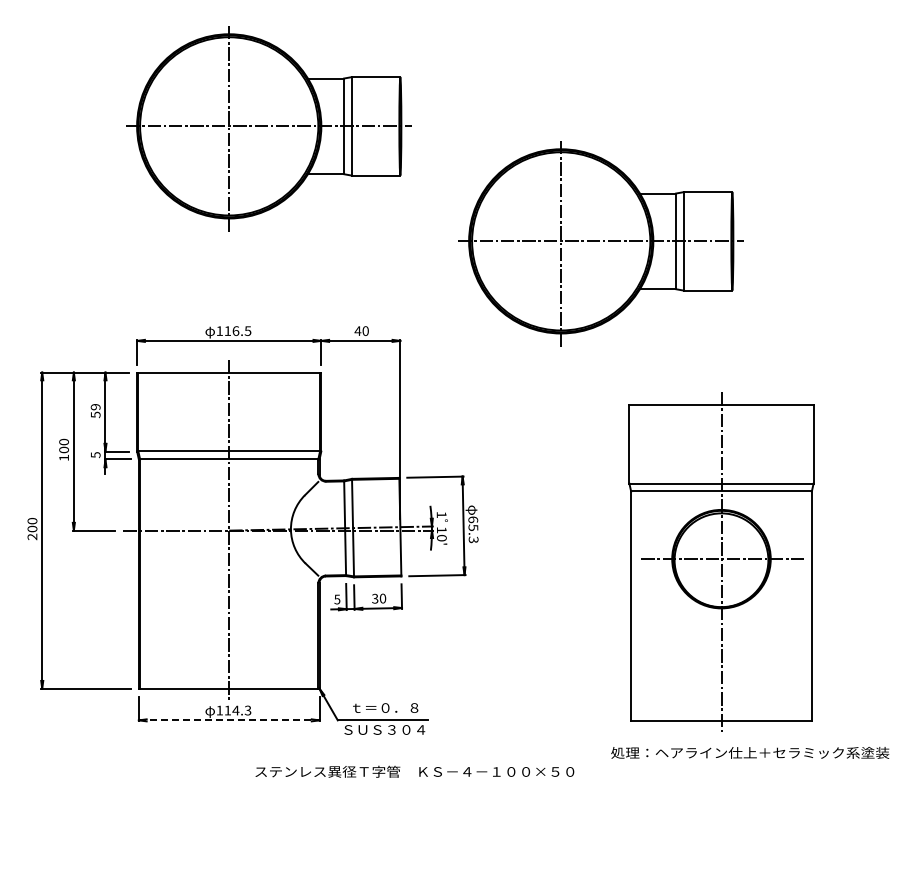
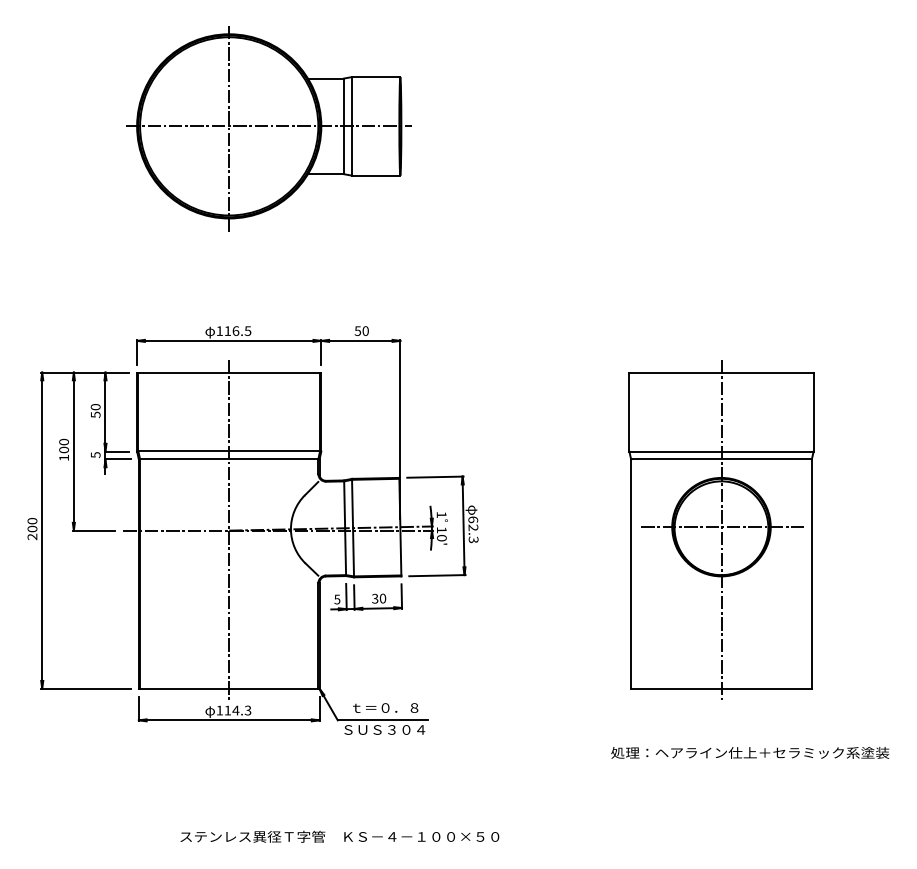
part at (600, 243): present -> none
text at (357, 330): 40 -> 50
text at (95, 407): 59 -> 50
text at (473, 527): 65.3 -> 62.3
part at (721, 561) position: (721, 561) -> (721, 529)
line at (229, 720): dashed -> solid
text at (414, 771) position: (414, 771) -> (339, 836)
